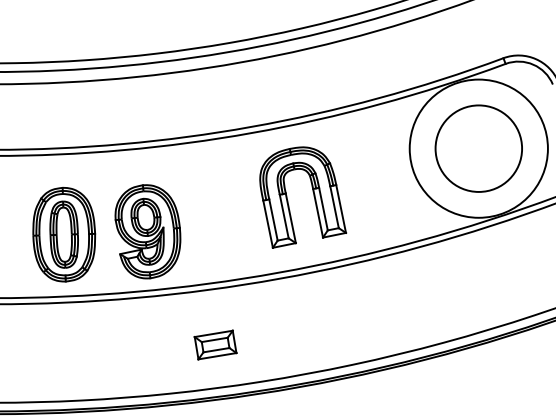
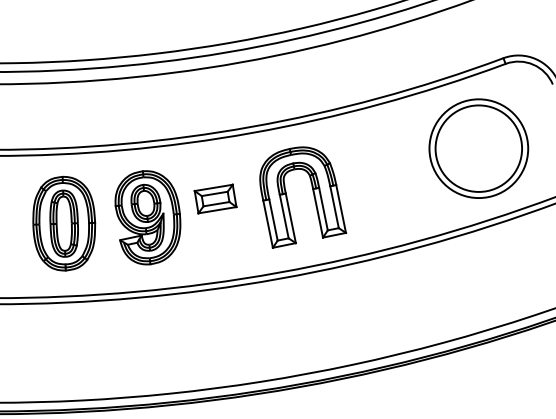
circle at (478, 148) diameter: 138 px -> 99 px
part at (147, 231) position: (147, 231) -> (147, 217)
part at (64, 234) position: (64, 234) -> (64, 223)
part at (215, 344) position: (215, 344) -> (215, 198)
